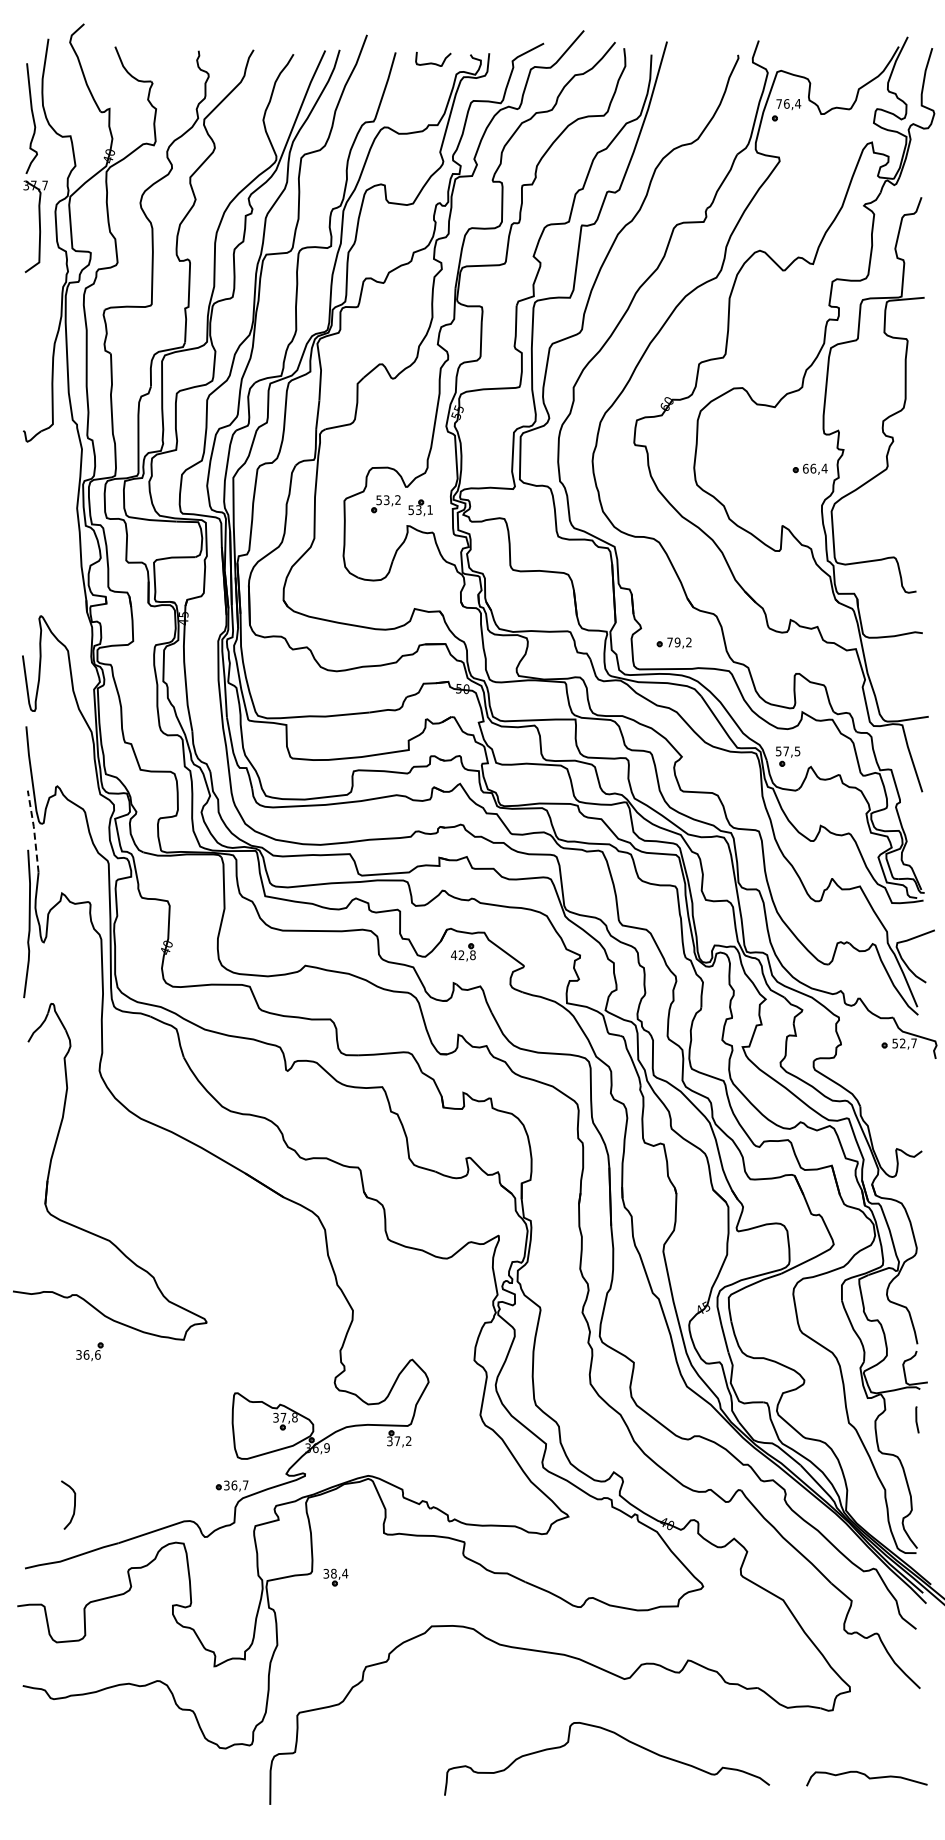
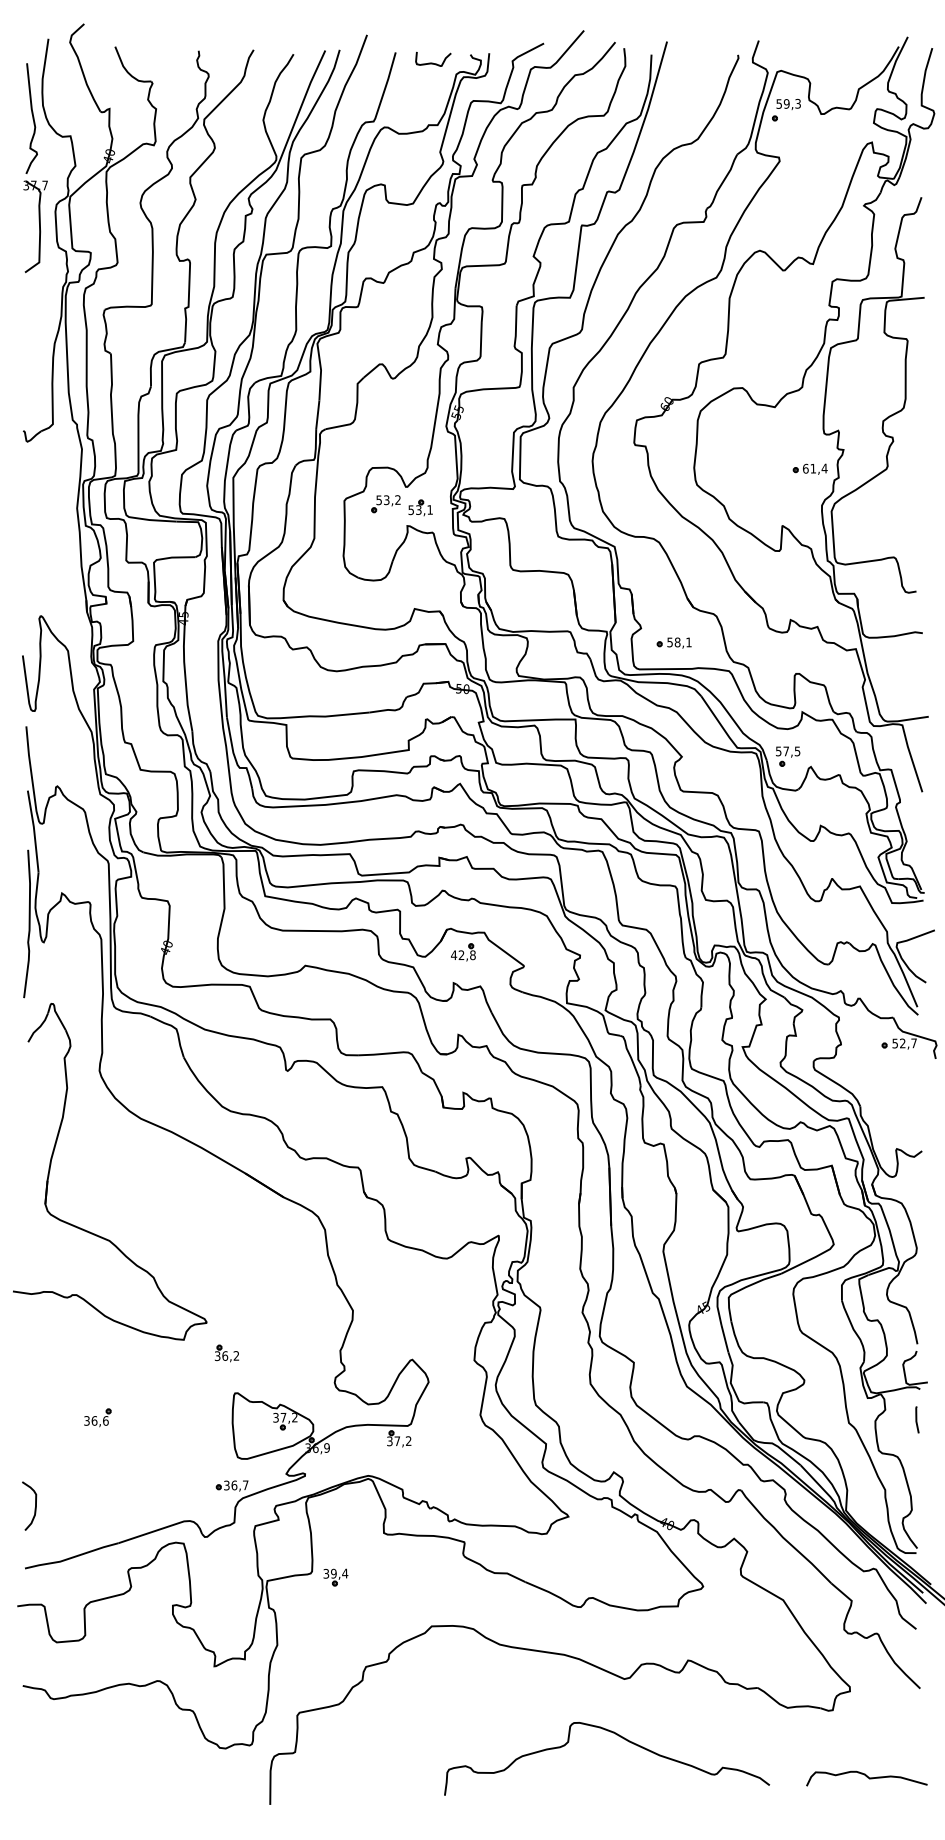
text at (788, 103): 76,4 -> 59,3
text at (813, 468): 66,4 -> 61,4
text at (679, 642): 79,2 -> 58,1
line at (34, 830): dashed -> solid
part at (89, 1351) position: (89, 1351) -> (97, 1417)
part at (227, 1353): none -> present
text at (294, 1417): 37,8 -> 37,2
curve at (73, 1507) position: (73, 1507) -> (34, 1508)
text at (333, 1573): 38,4 -> 39,4
